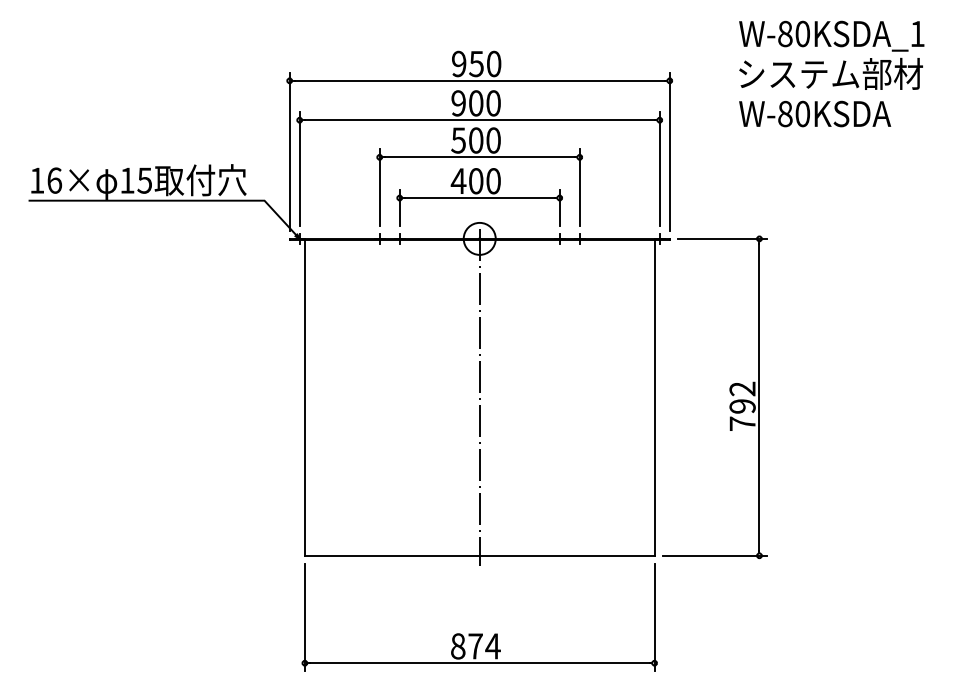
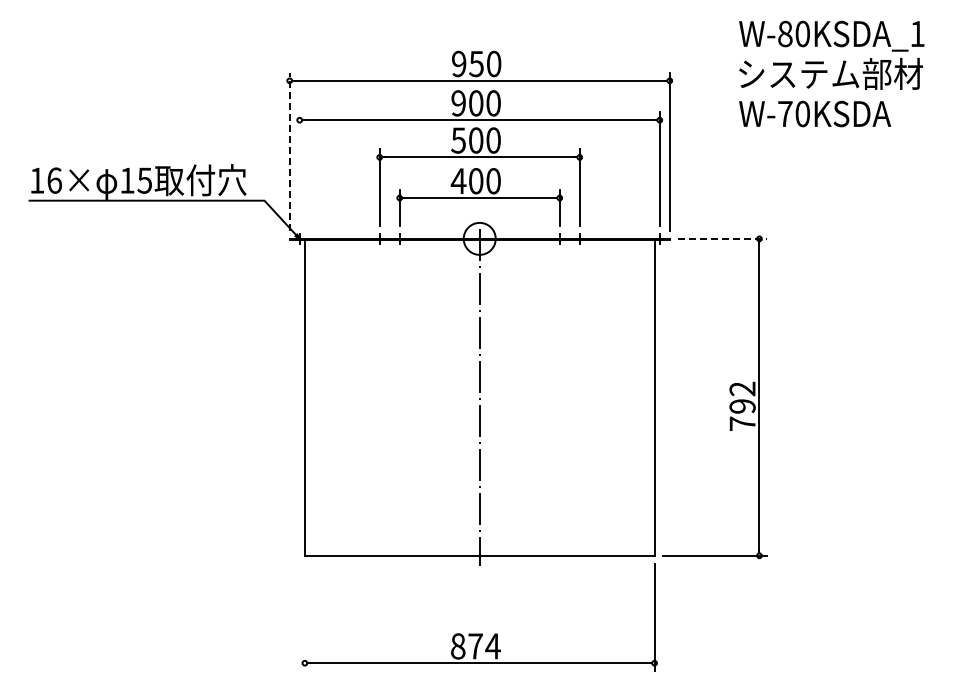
text at (785, 113): W-80KSDA -> W-70KSDA
line at (289, 151): solid -> dashed
line at (299, 168): present -> none
line at (722, 238): solid -> dashed
line at (304, 617): present -> none
